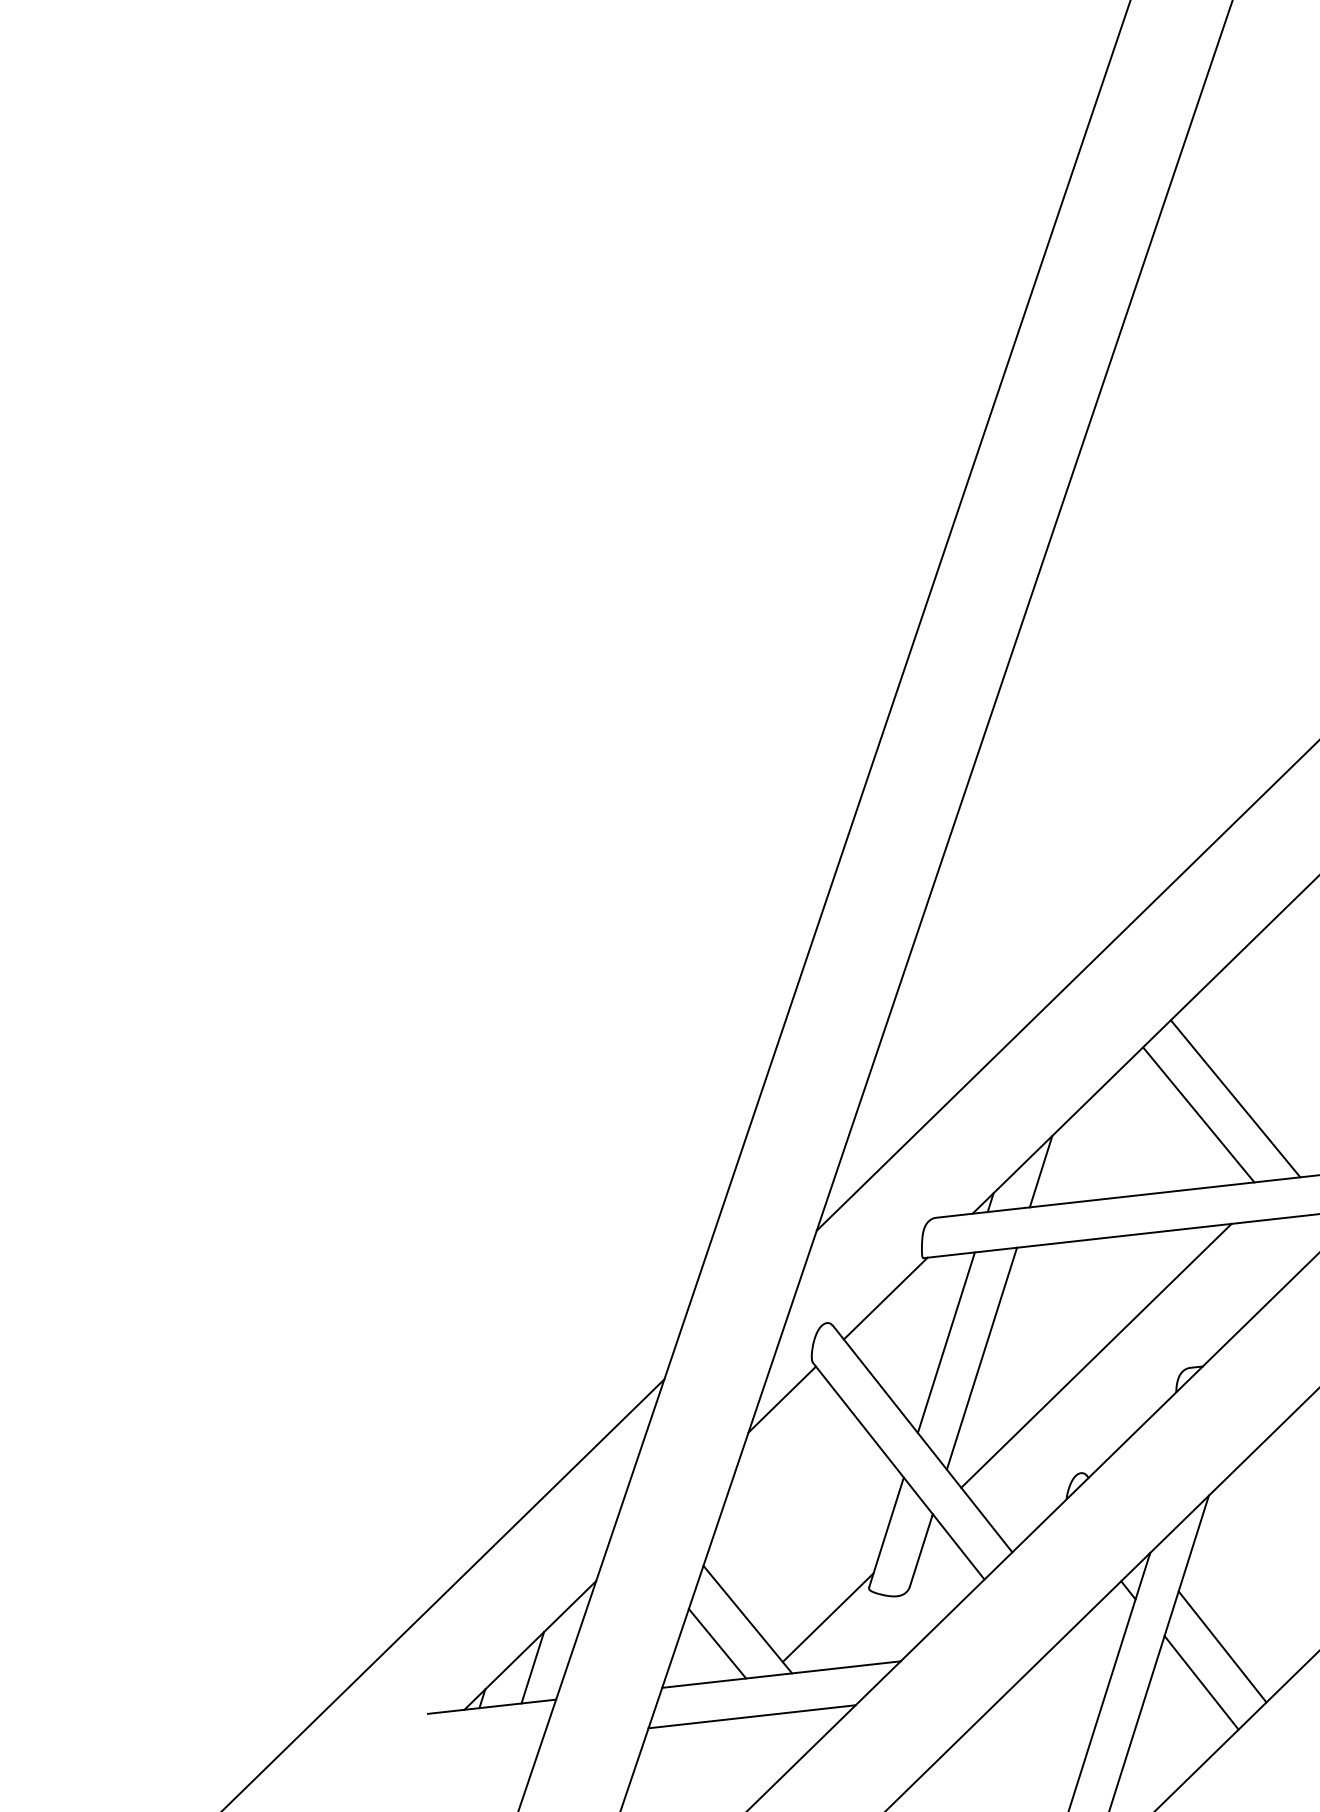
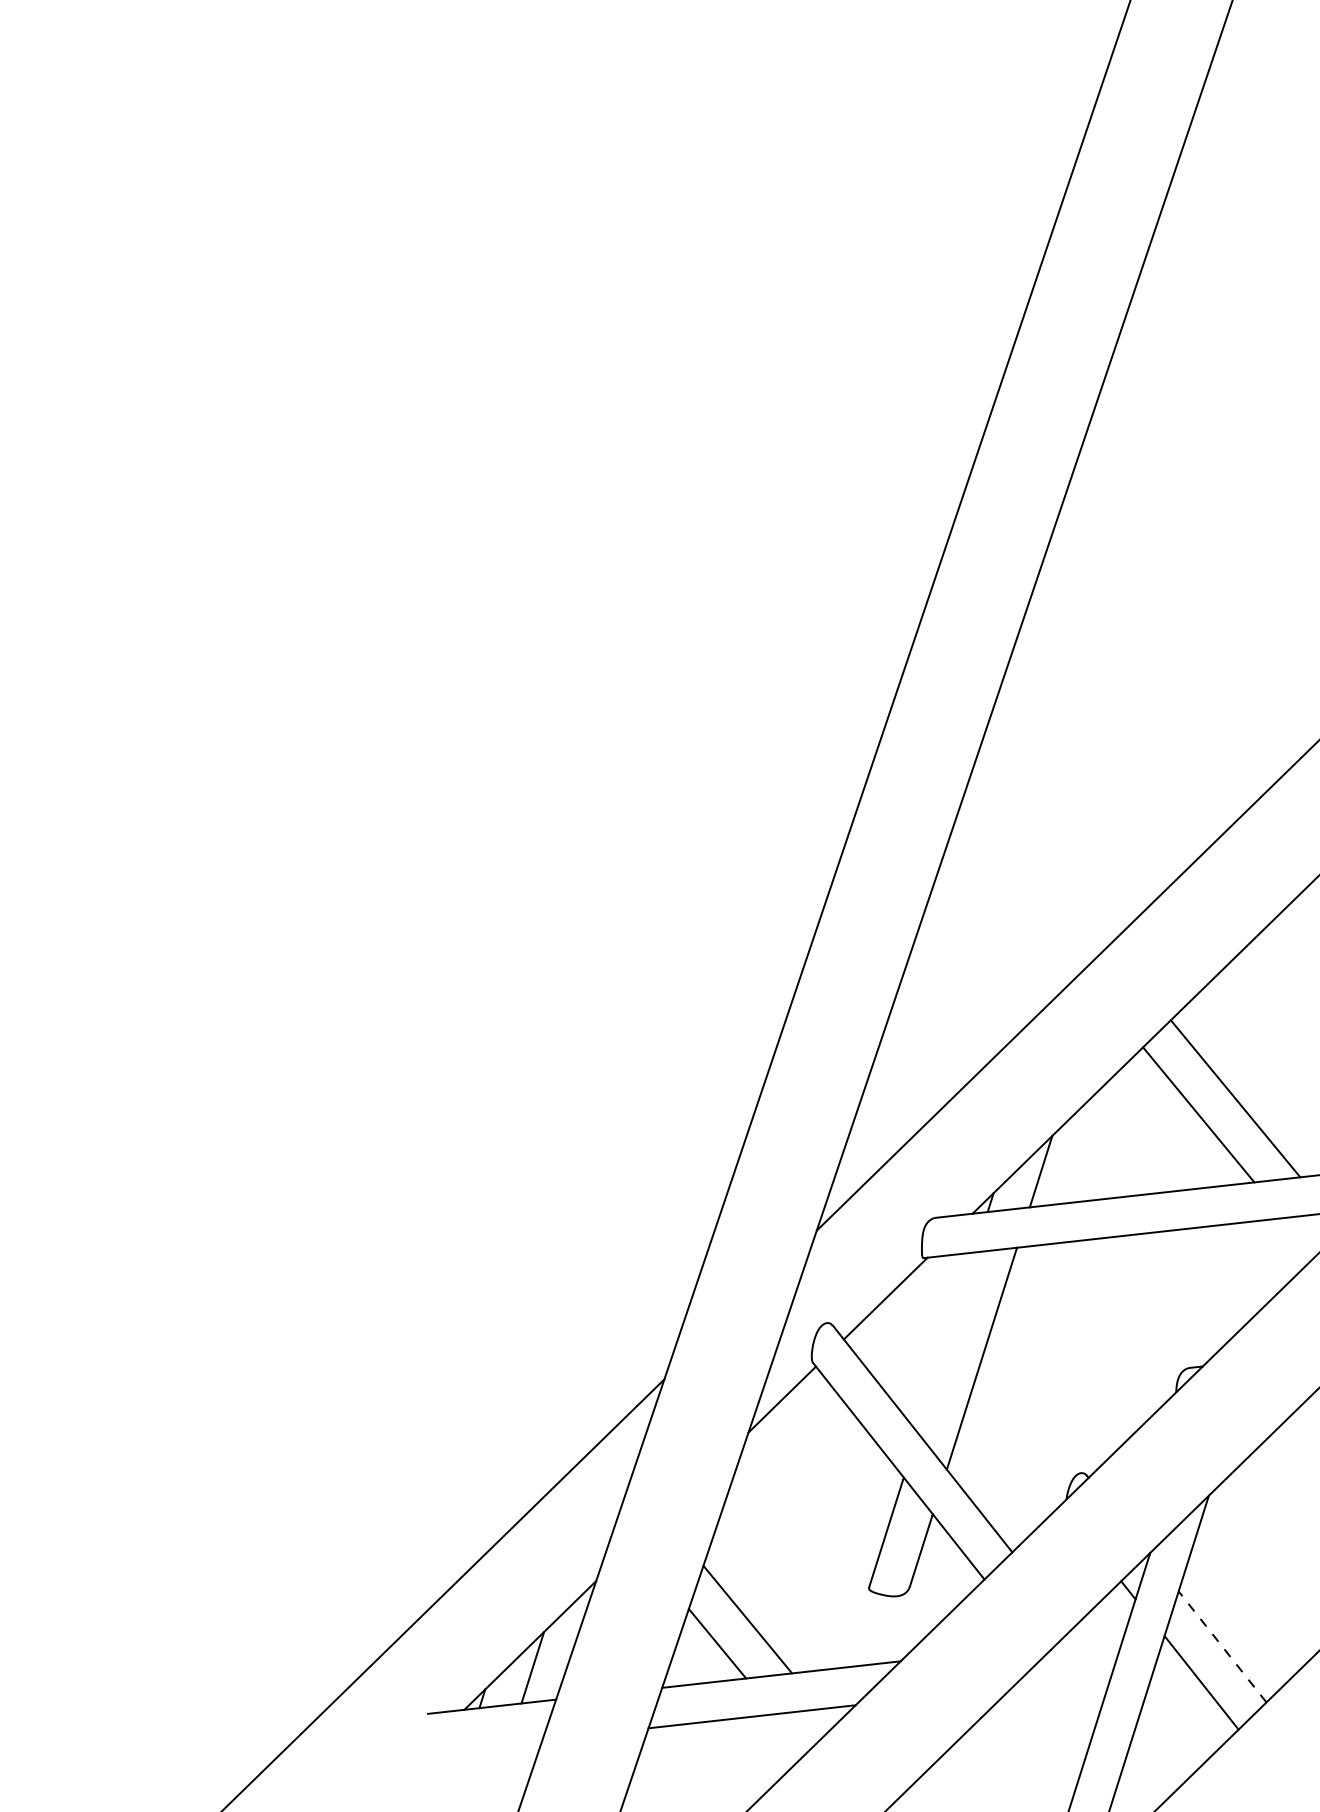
line at (945, 1342): present -> none
line at (1096, 1355): present -> none
line at (827, 1617): present -> none
line at (1222, 1646): solid -> dashed
